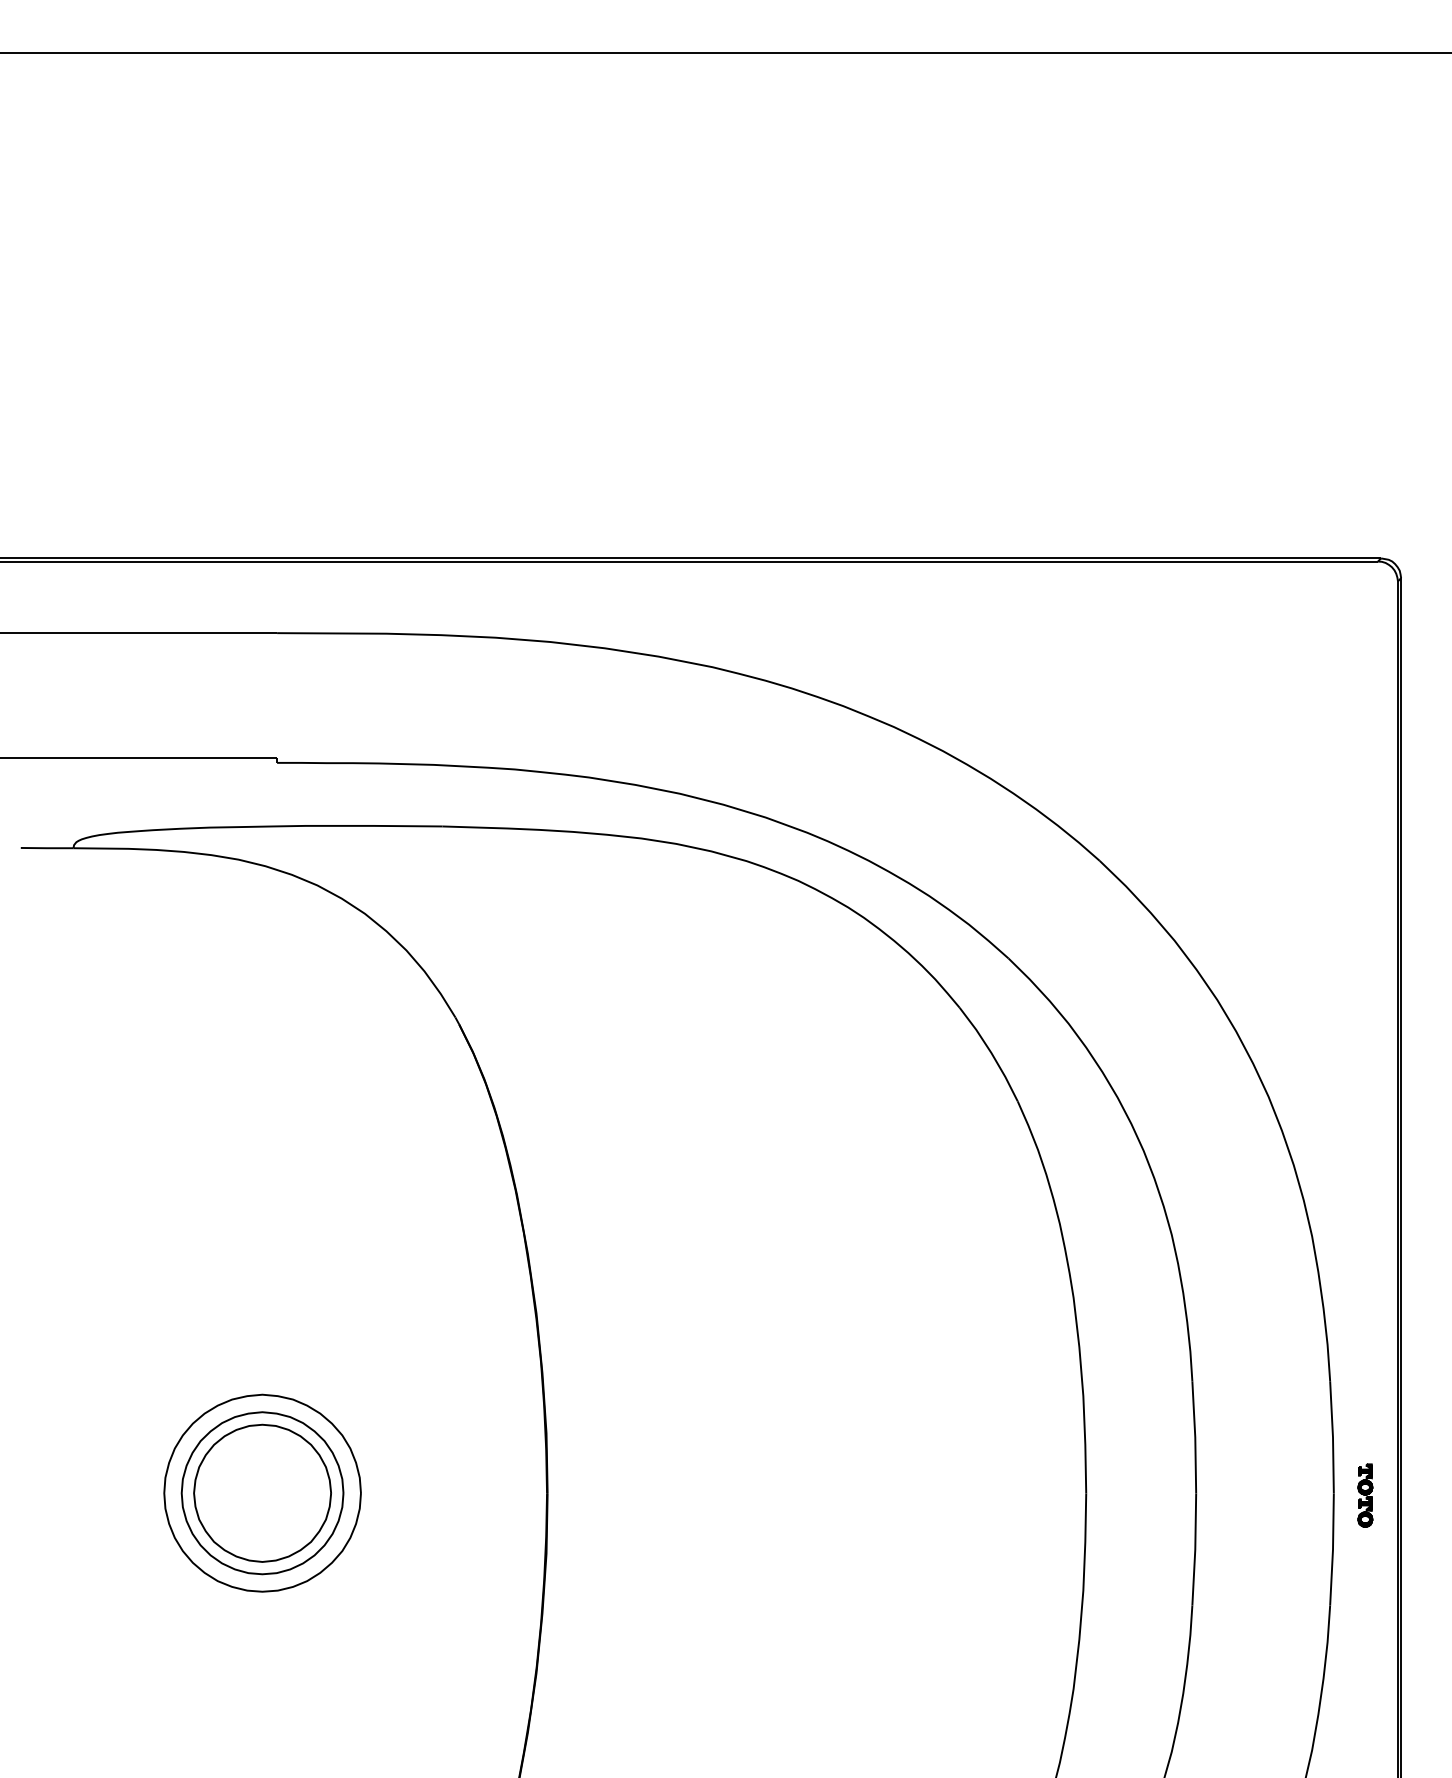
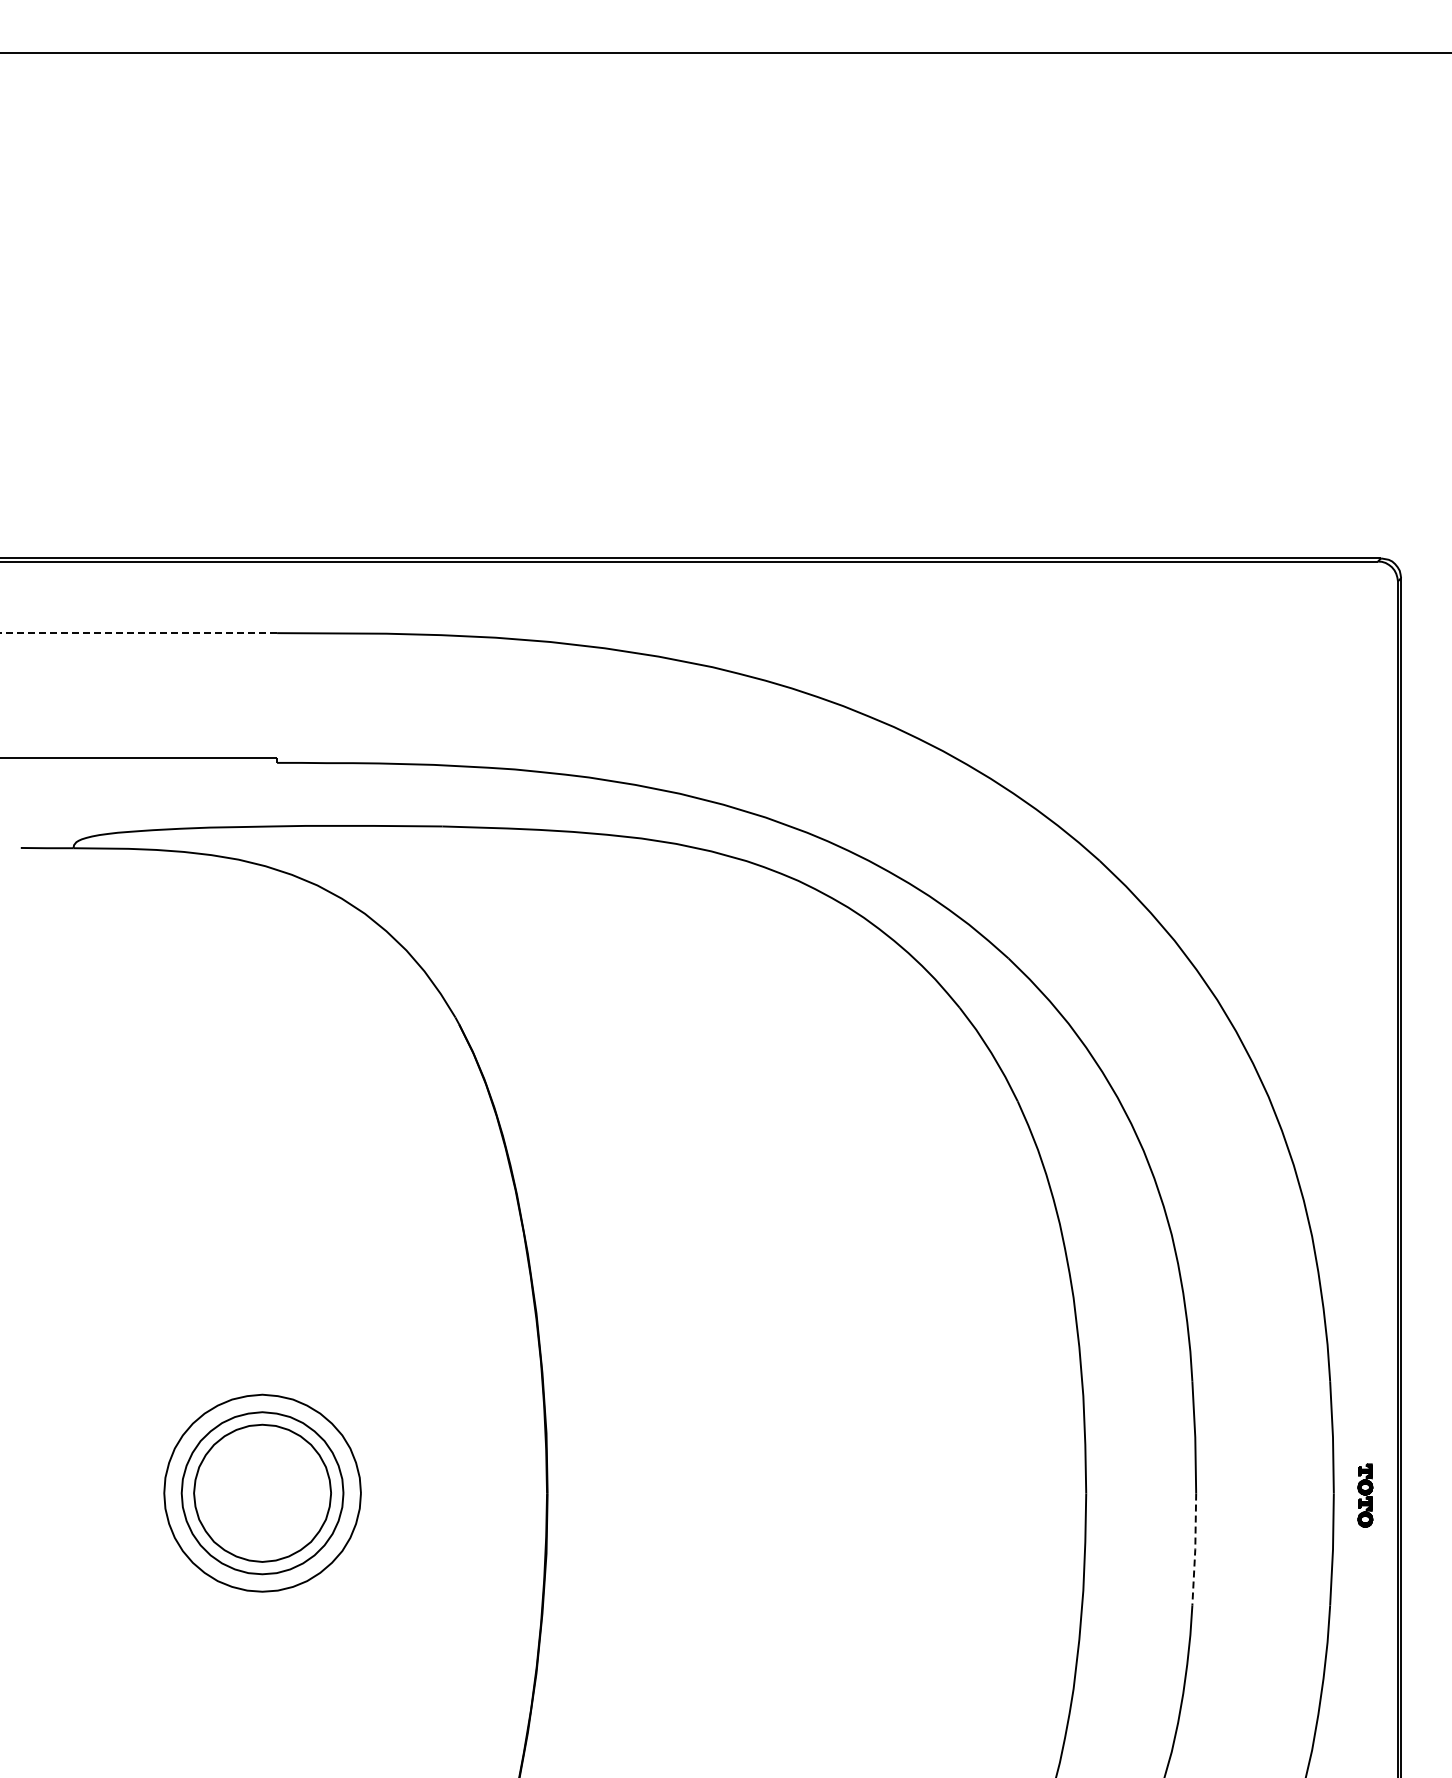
line at (138, 633): solid -> dashed
line at (1195, 1549): solid -> dashed
